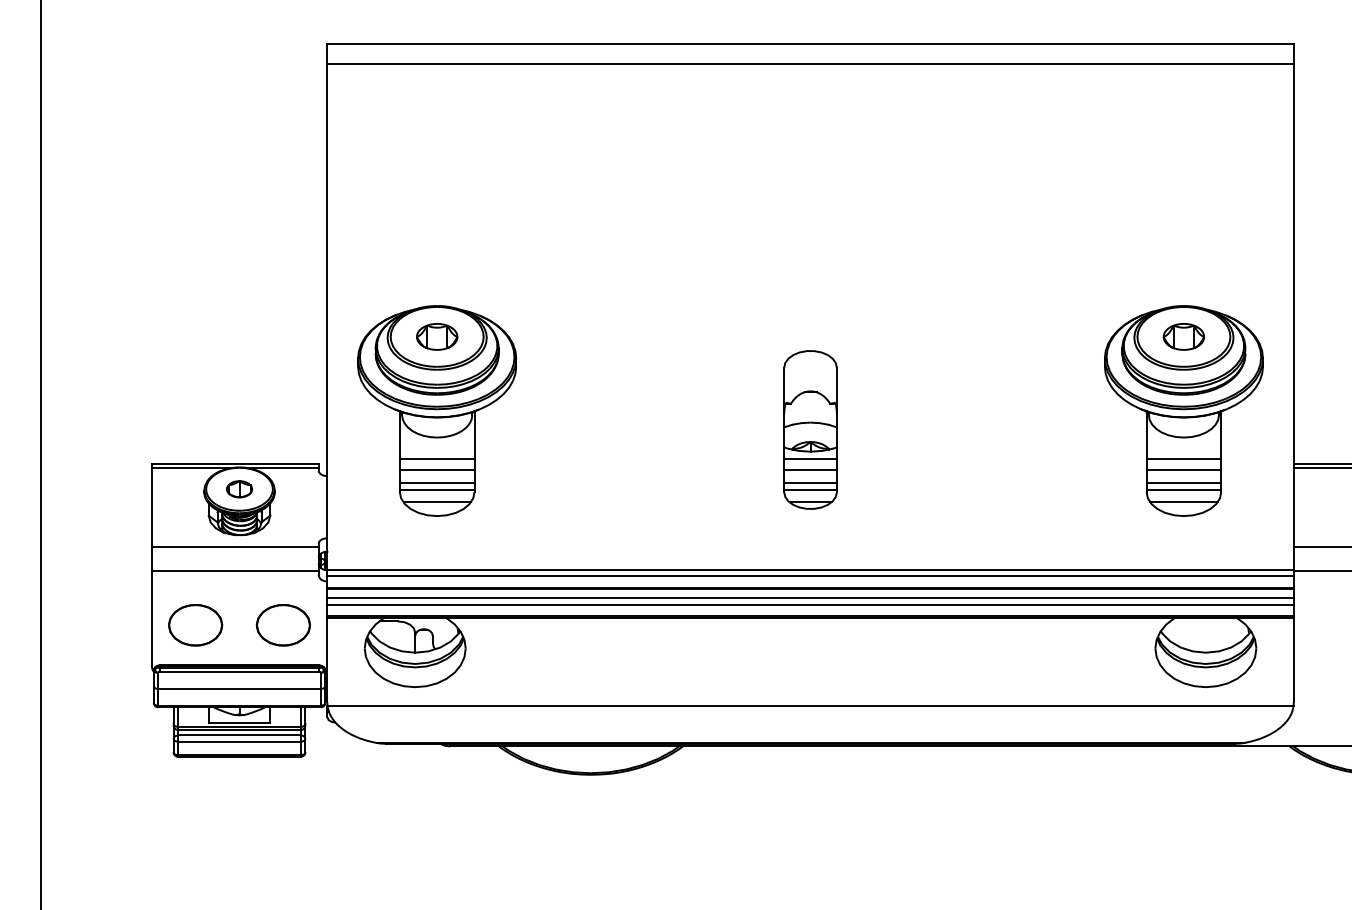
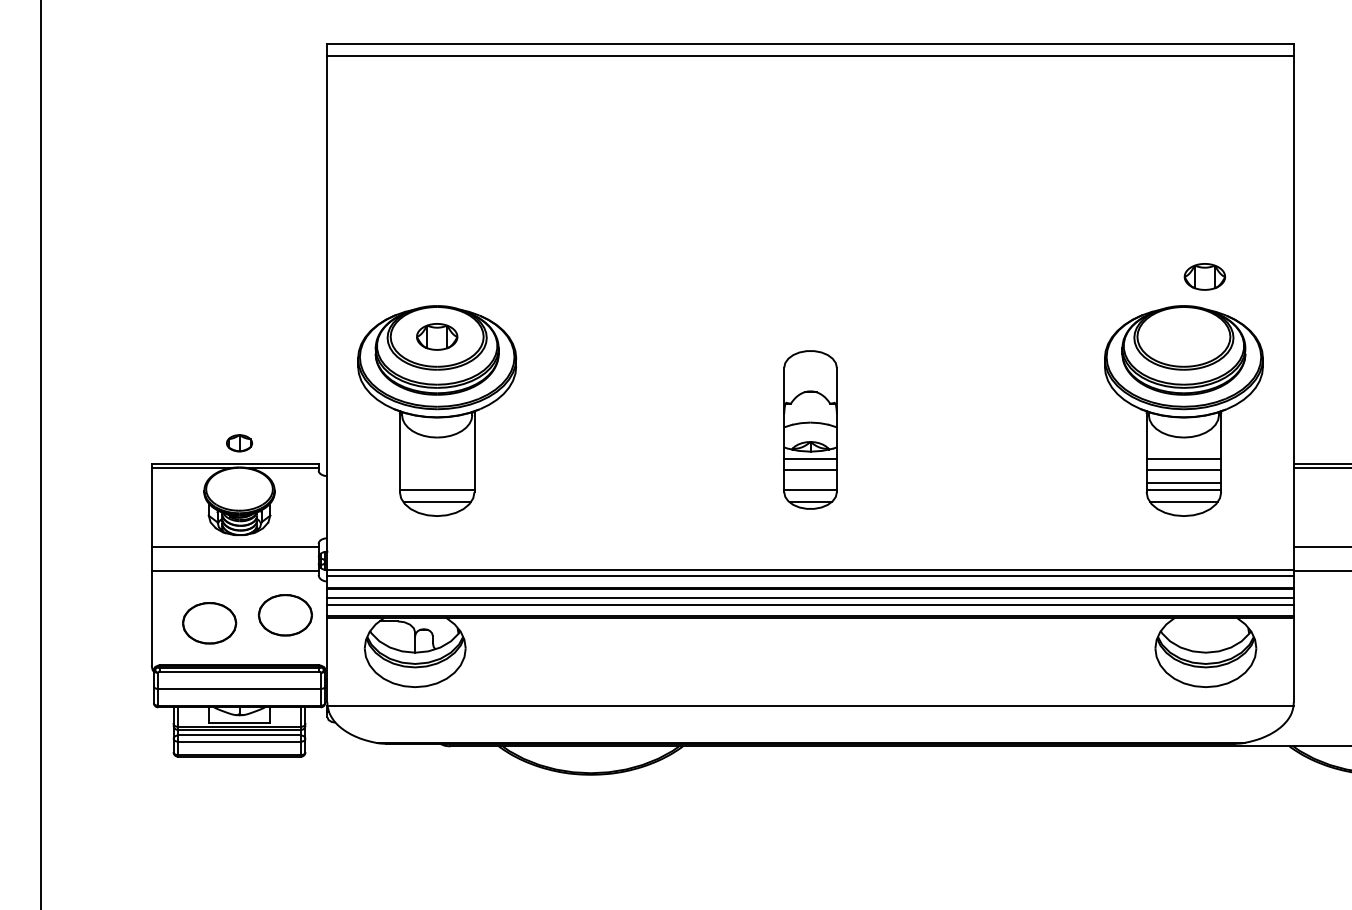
line at (810, 64) position: (810, 64) -> (810, 56)
part at (1183, 336) position: (1183, 336) -> (1204, 276)
line at (436, 459): present -> none
line at (436, 470): present -> none
line at (436, 482): present -> none
line at (810, 482): present -> none
part at (239, 489) position: (239, 489) -> (239, 443)
part at (195, 625) position: (195, 625) -> (209, 623)
part at (282, 625) position: (282, 625) -> (284, 615)
